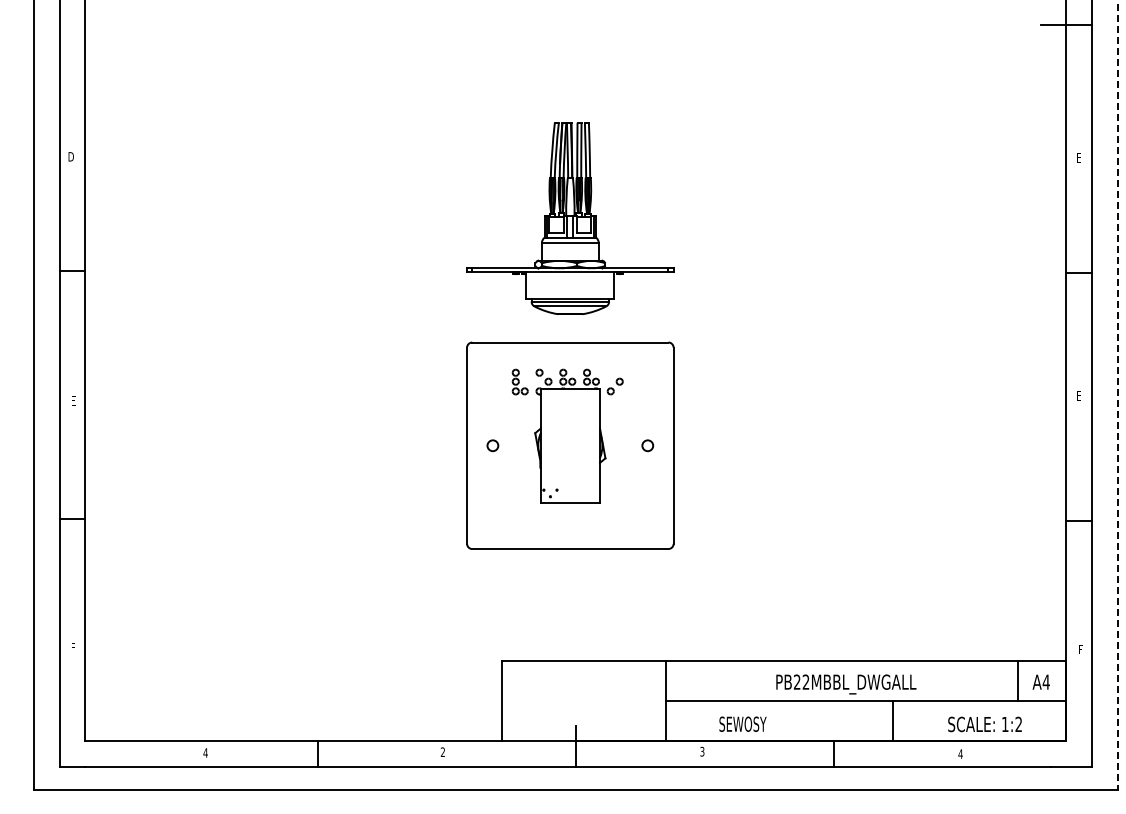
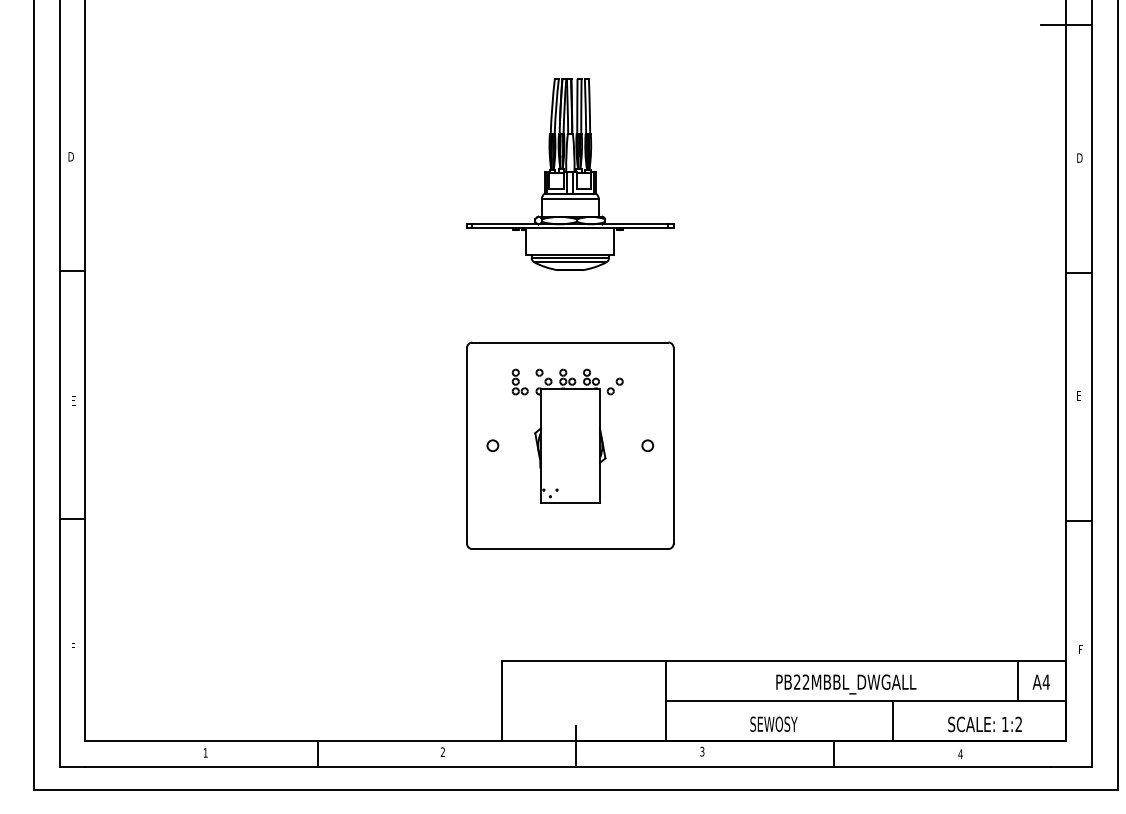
text at (1079, 157): E -> D
part at (570, 218) position: (570, 218) -> (570, 174)
line at (1118, 394): dashed -> solid
text at (742, 723) position: (742, 723) -> (773, 723)
text at (205, 752): 4 -> 1
